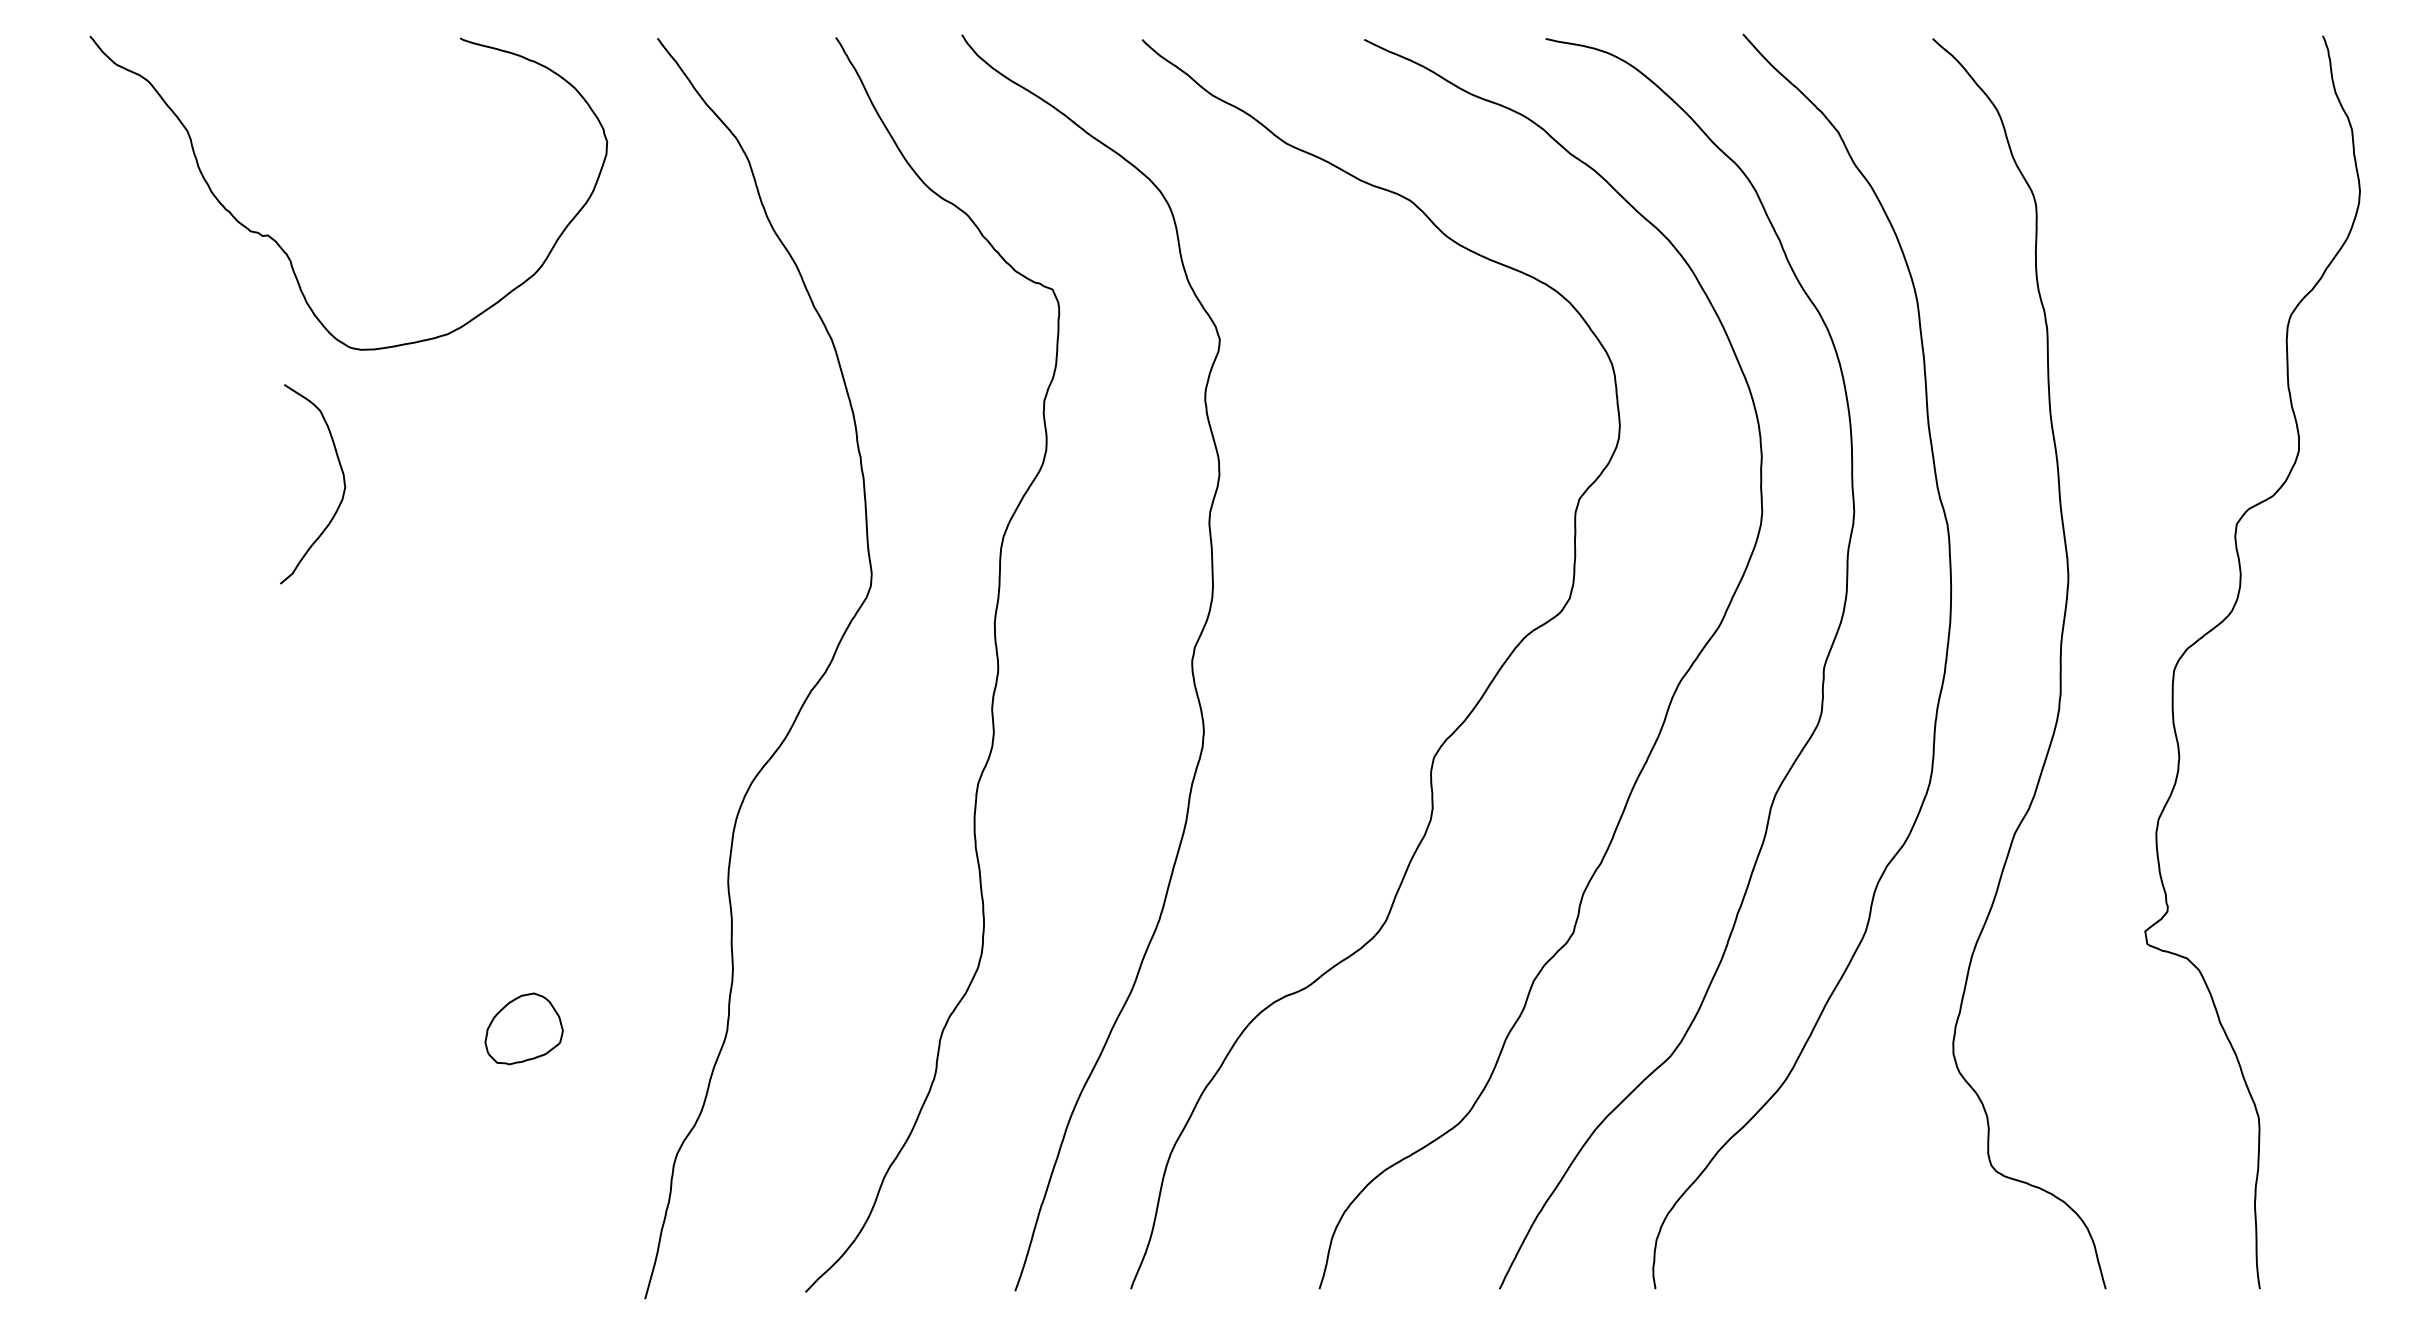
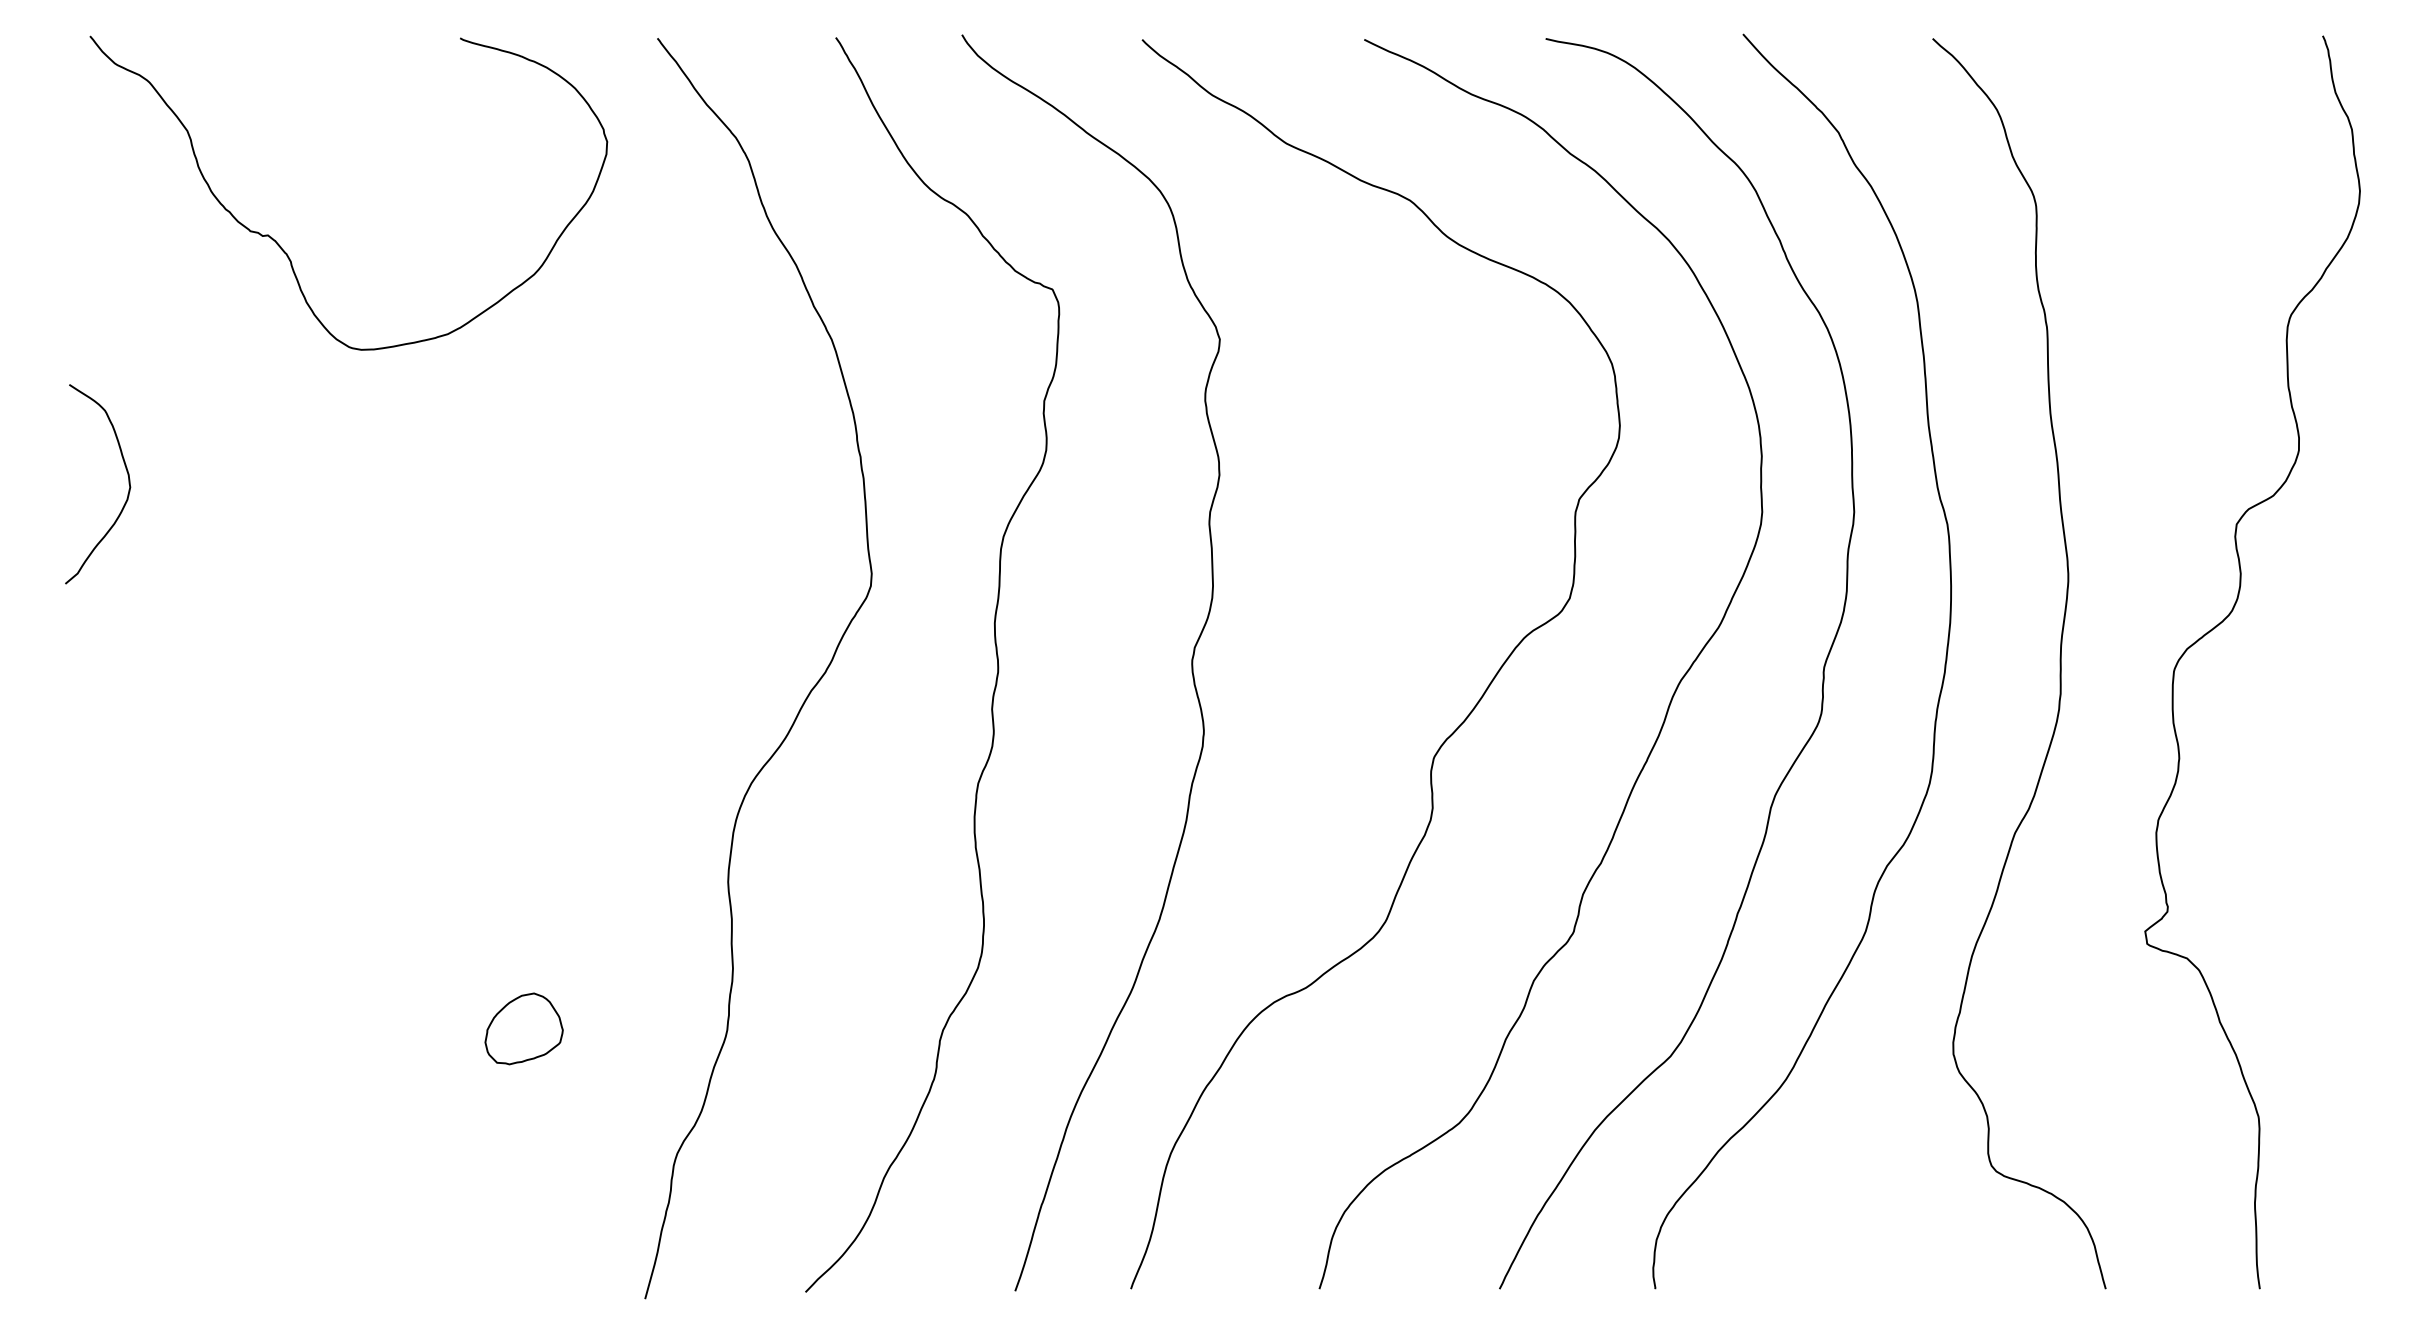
curve at (343, 484) position: (343, 484) -> (128, 484)
